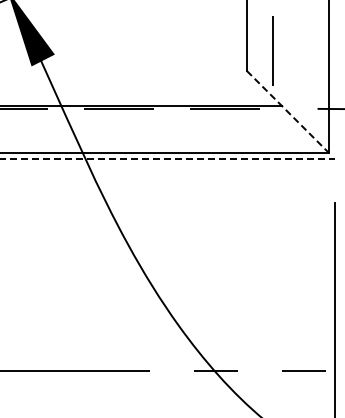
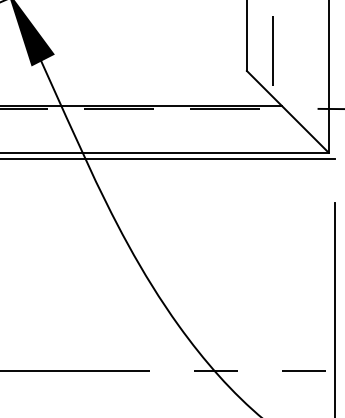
line at (287, 111): dashed -> solid
line at (168, 159): dashed -> solid
